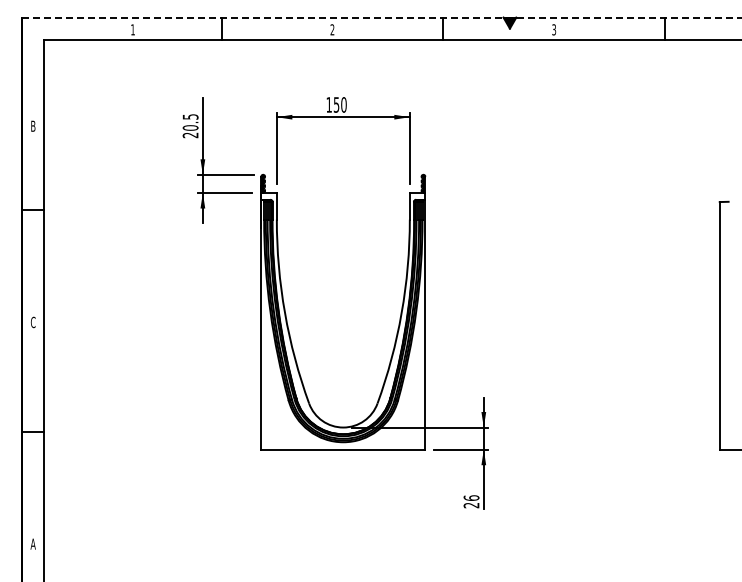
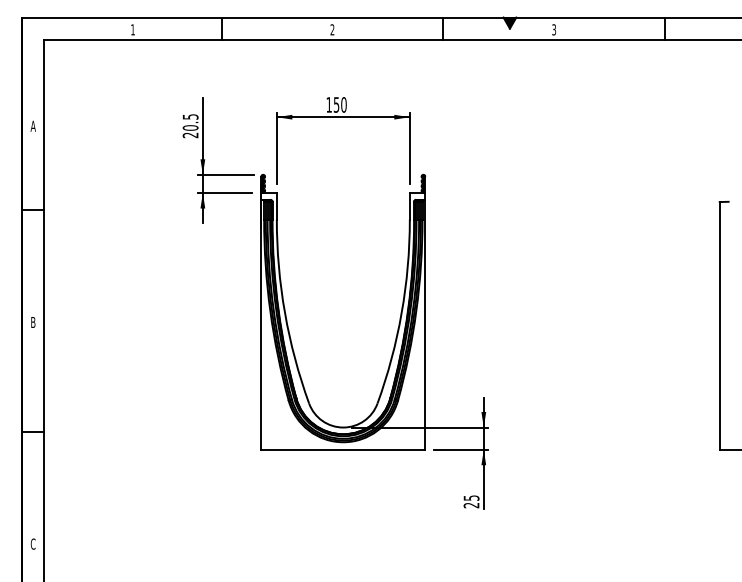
line at (382, 17): dashed -> solid
text at (32, 125): B -> A
text at (32, 322): C -> B
text at (471, 497): 26 -> 25
text at (32, 543): A -> C
